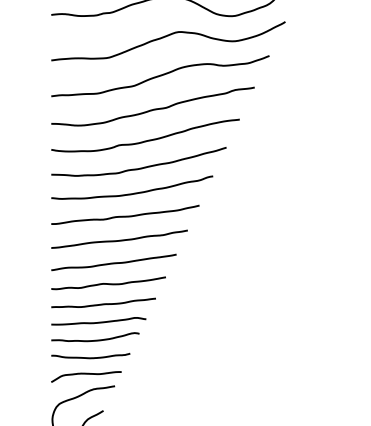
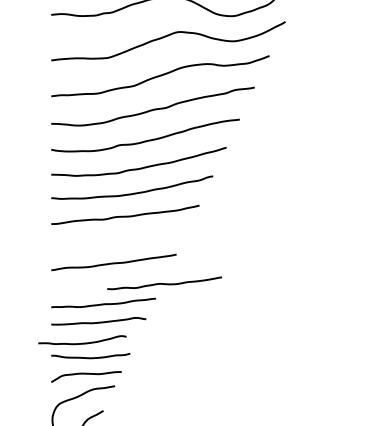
curve at (119, 239): present -> none
curve at (108, 283) position: (108, 283) -> (164, 283)
curve at (95, 339) position: (95, 339) -> (82, 342)
